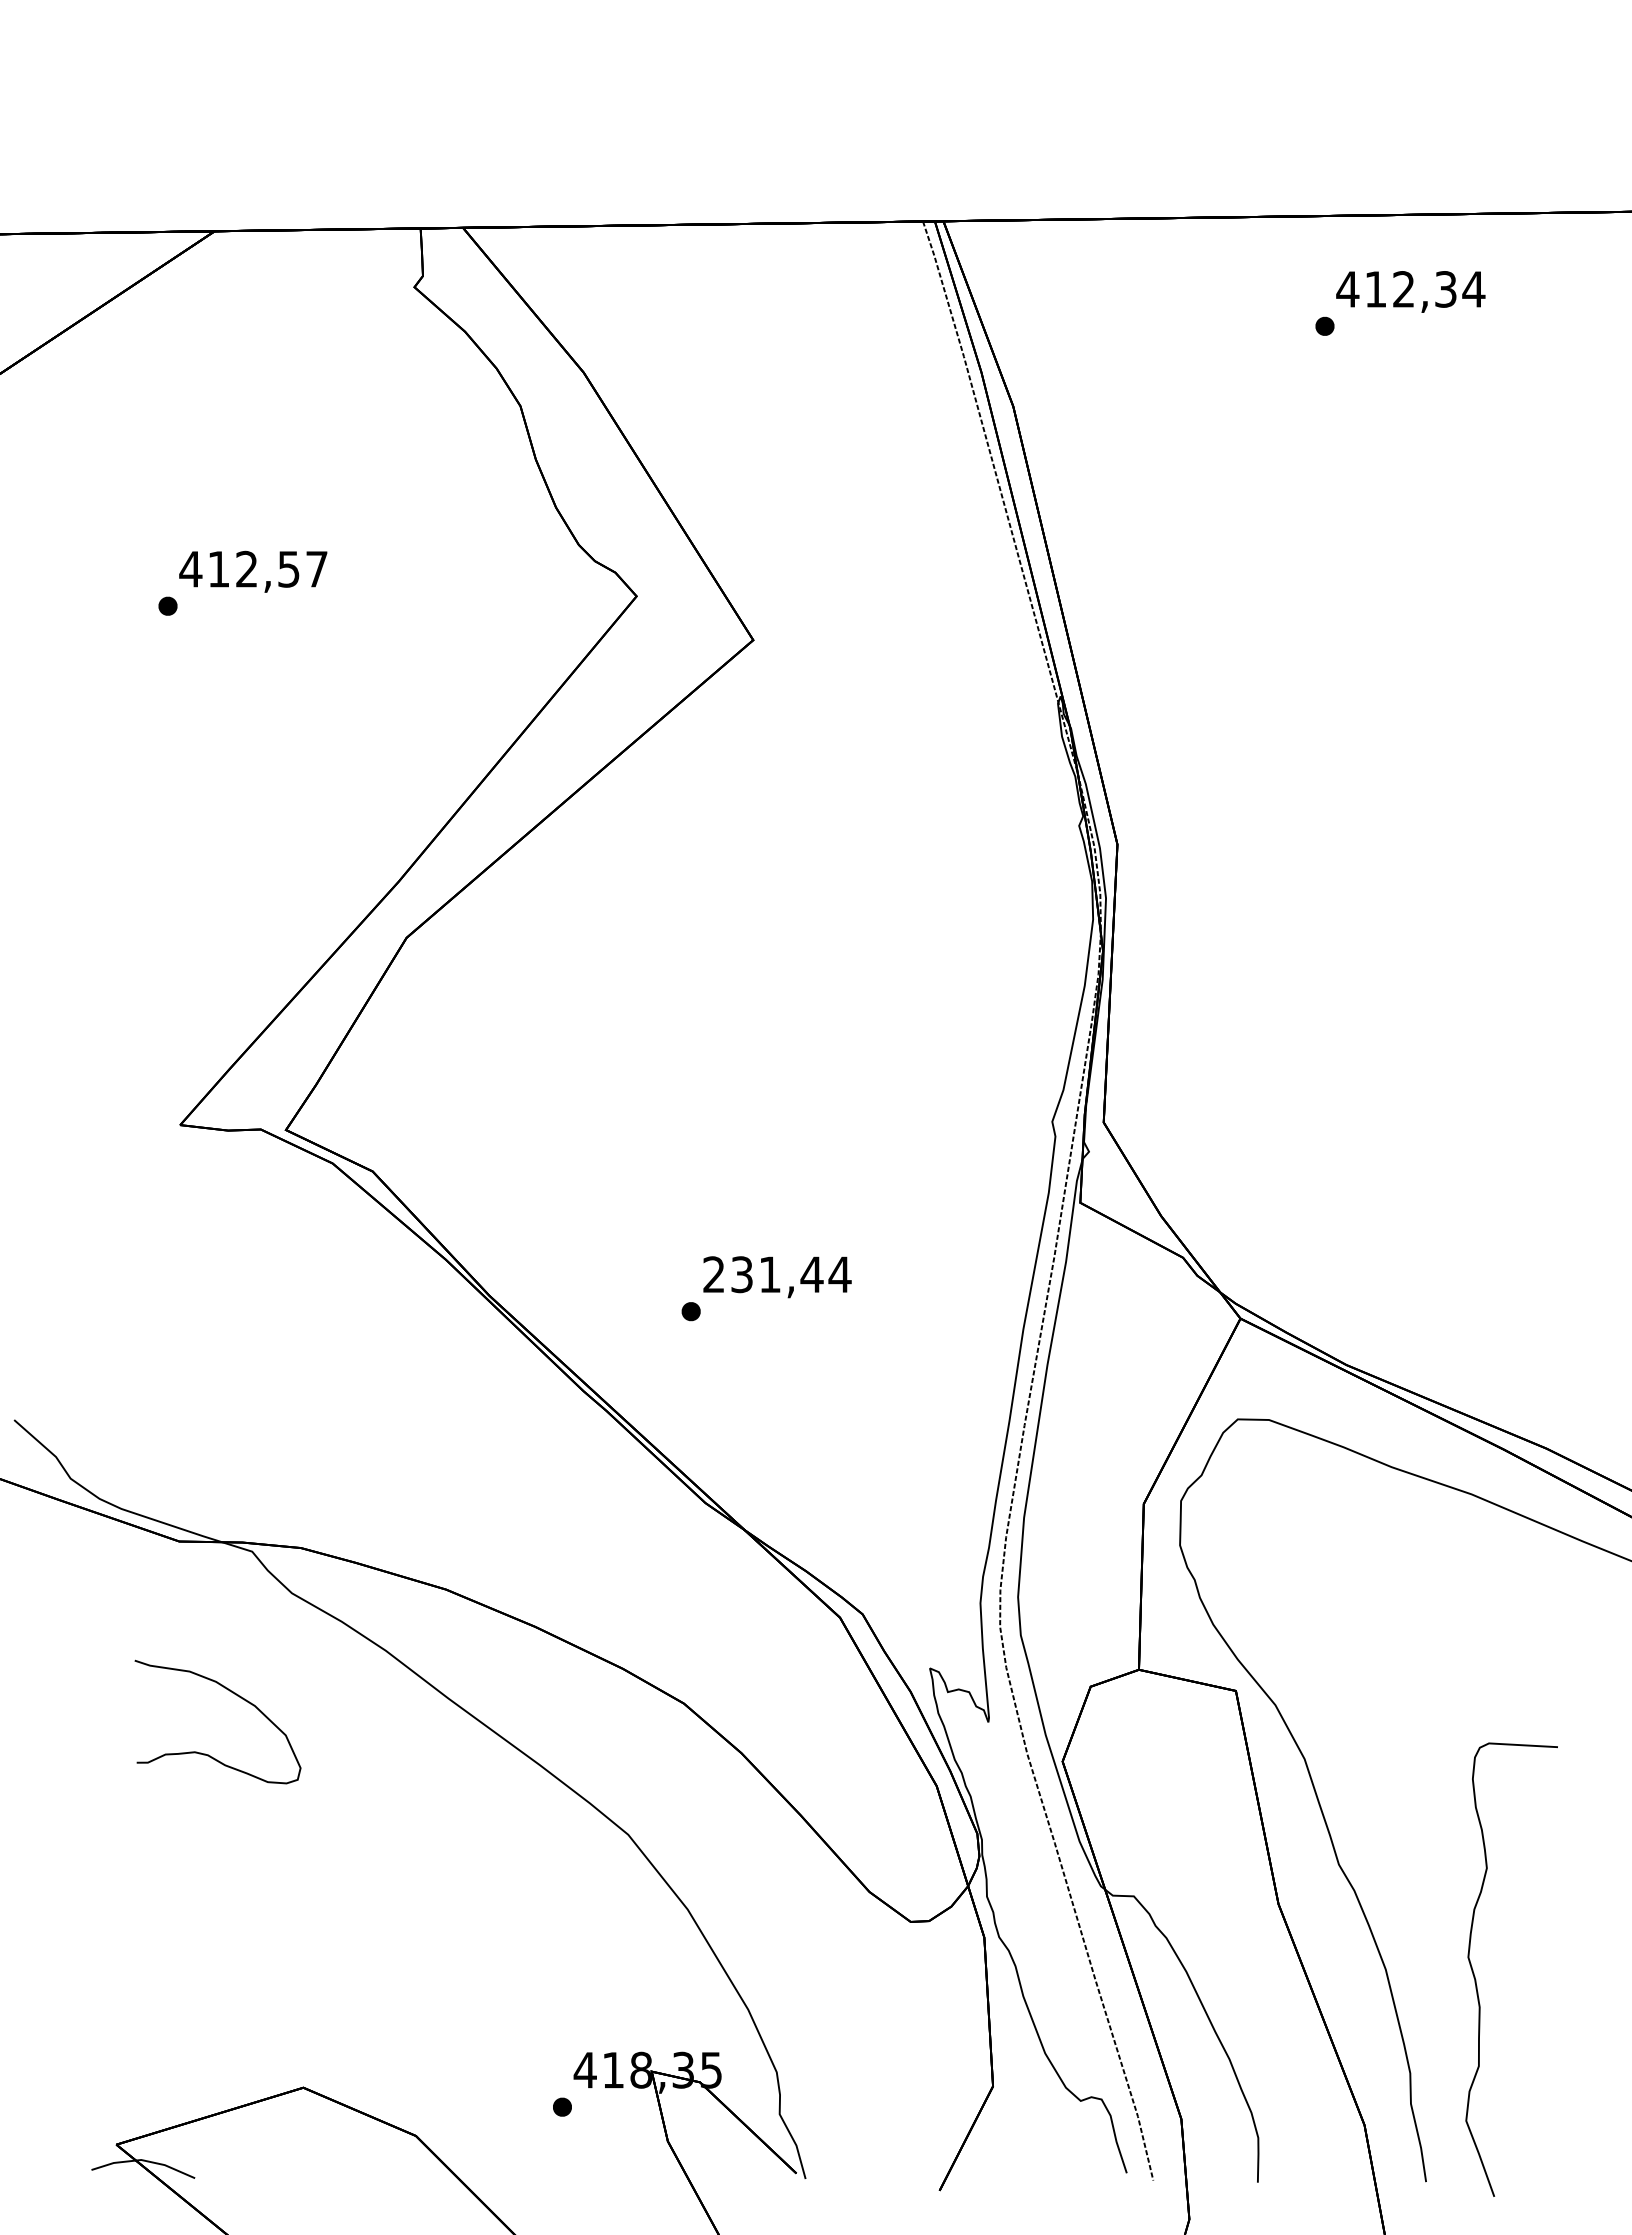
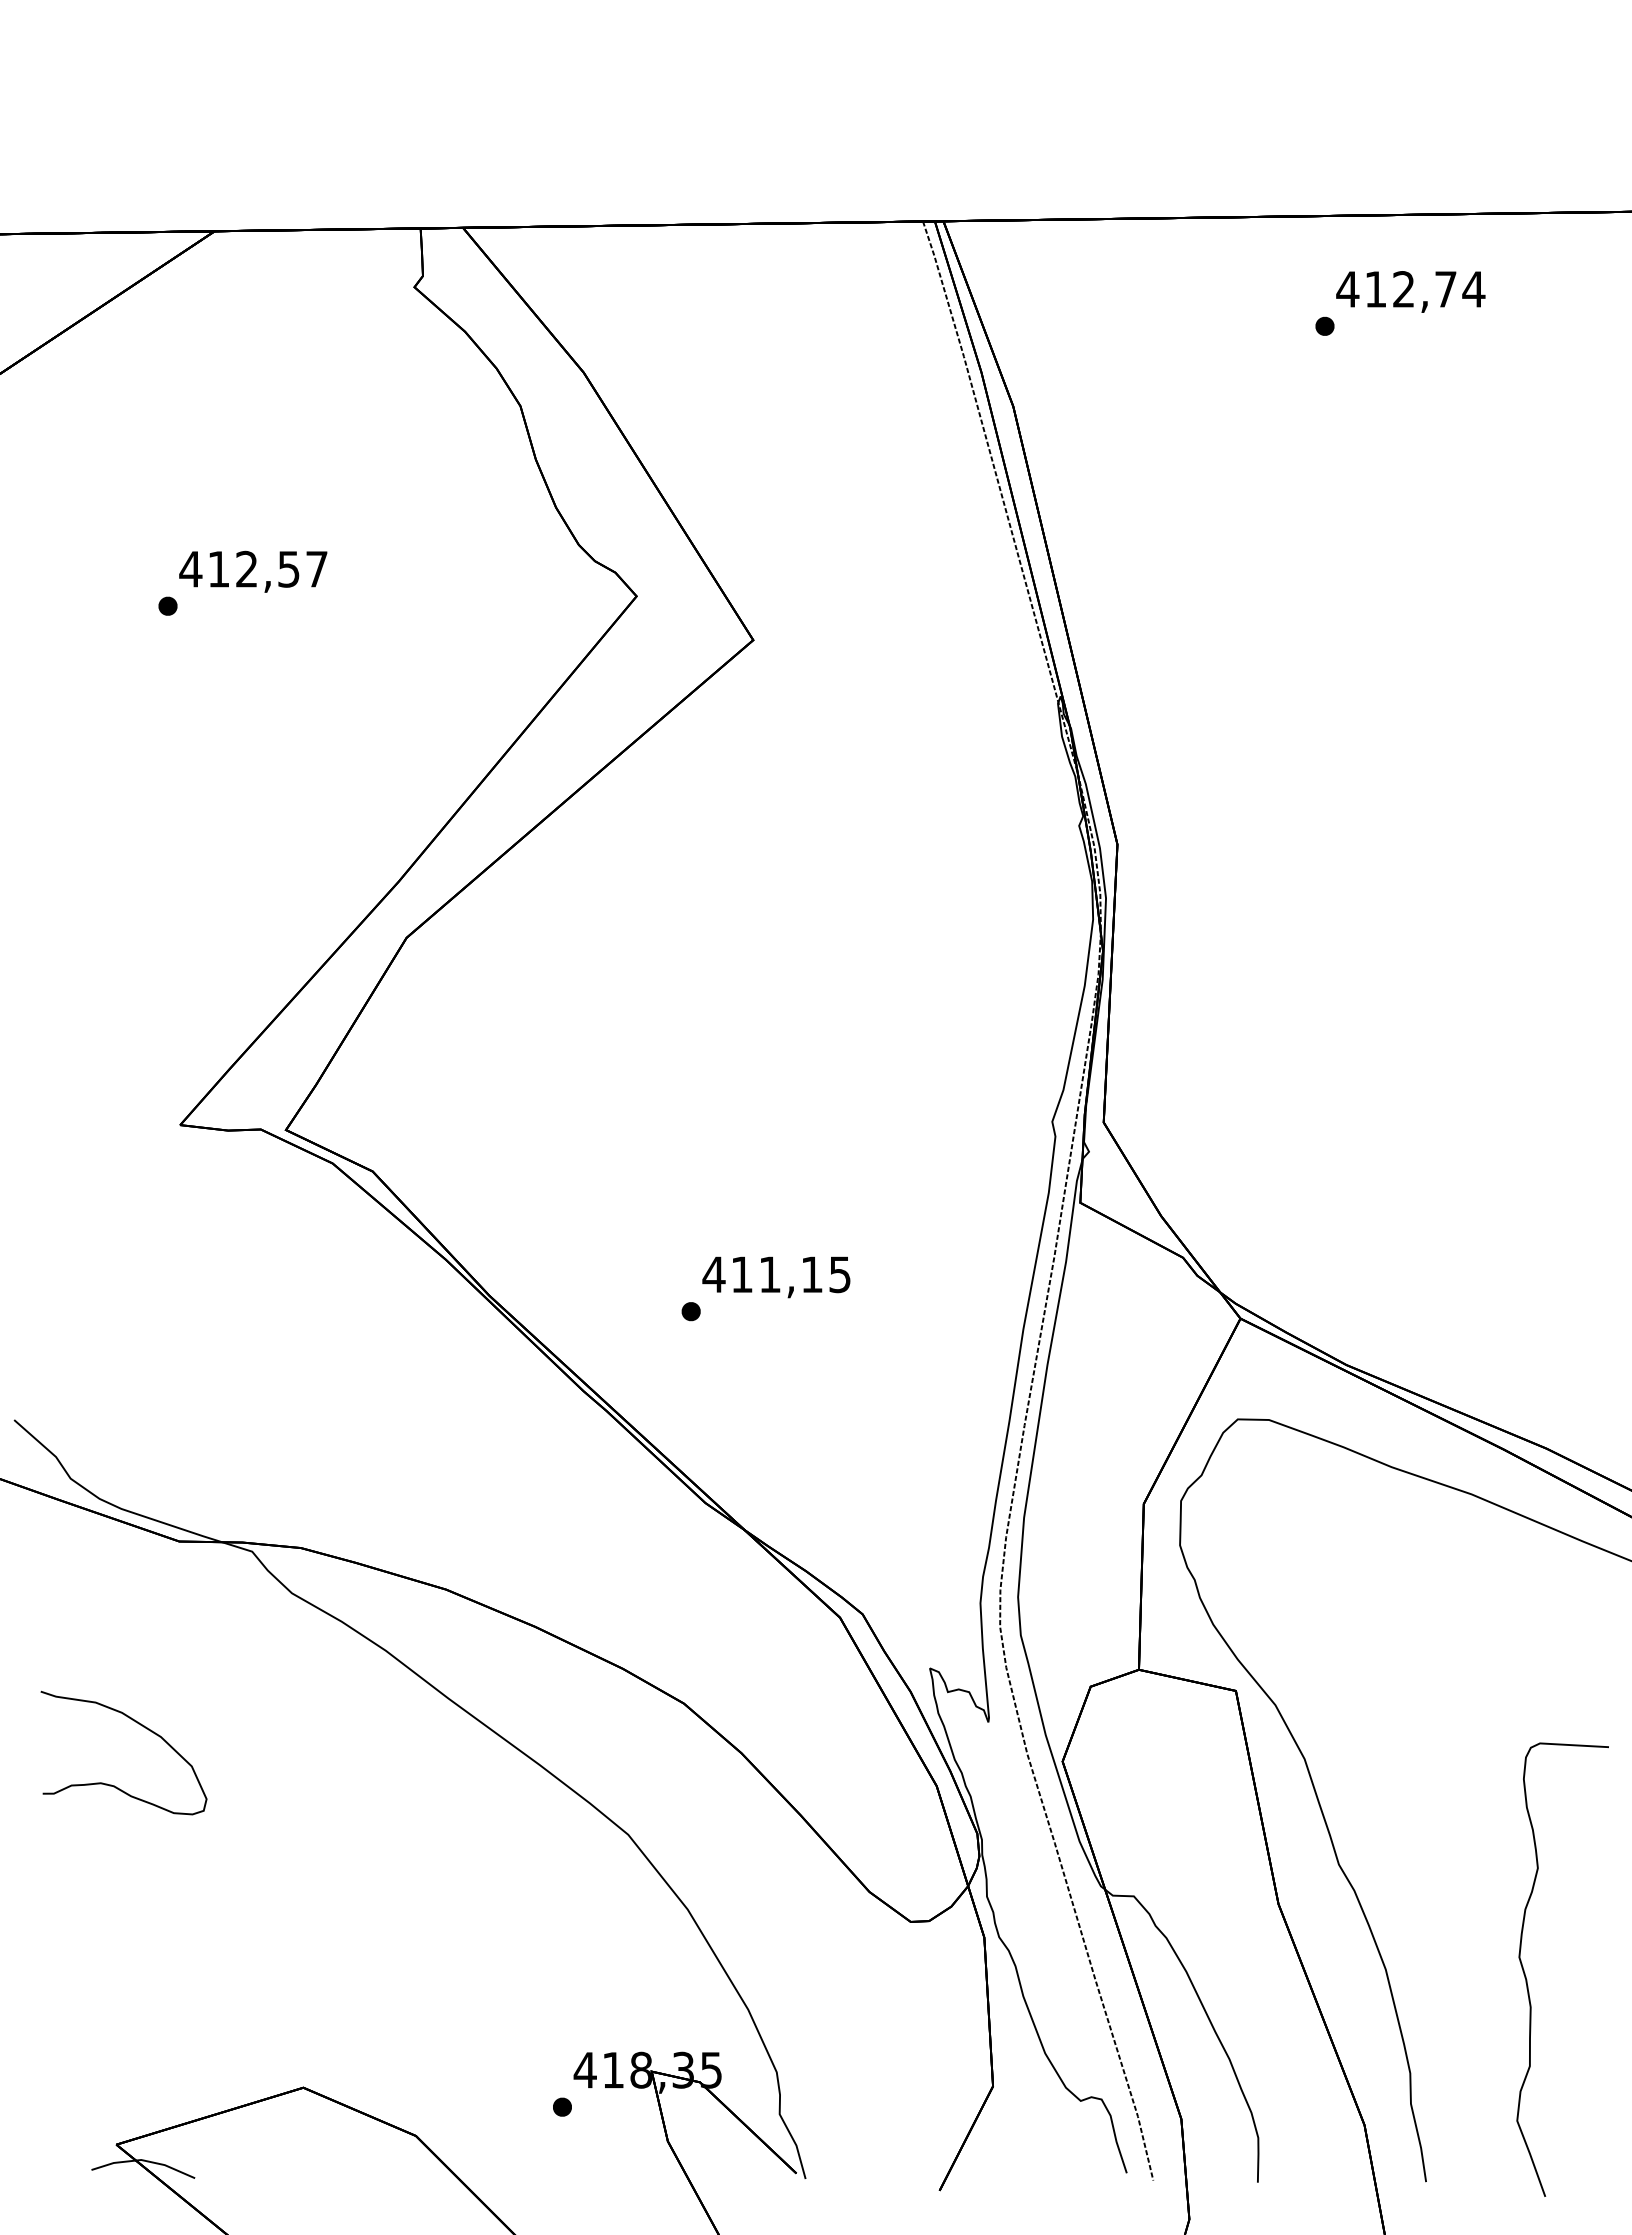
text at (1445, 289): 412,34 -> 412,74
text at (776, 1274): 231,44 -> 411,15
part at (232, 1693) position: (232, 1693) -> (138, 1724)
curve at (1476, 1979) position: (1476, 1979) -> (1527, 1979)
